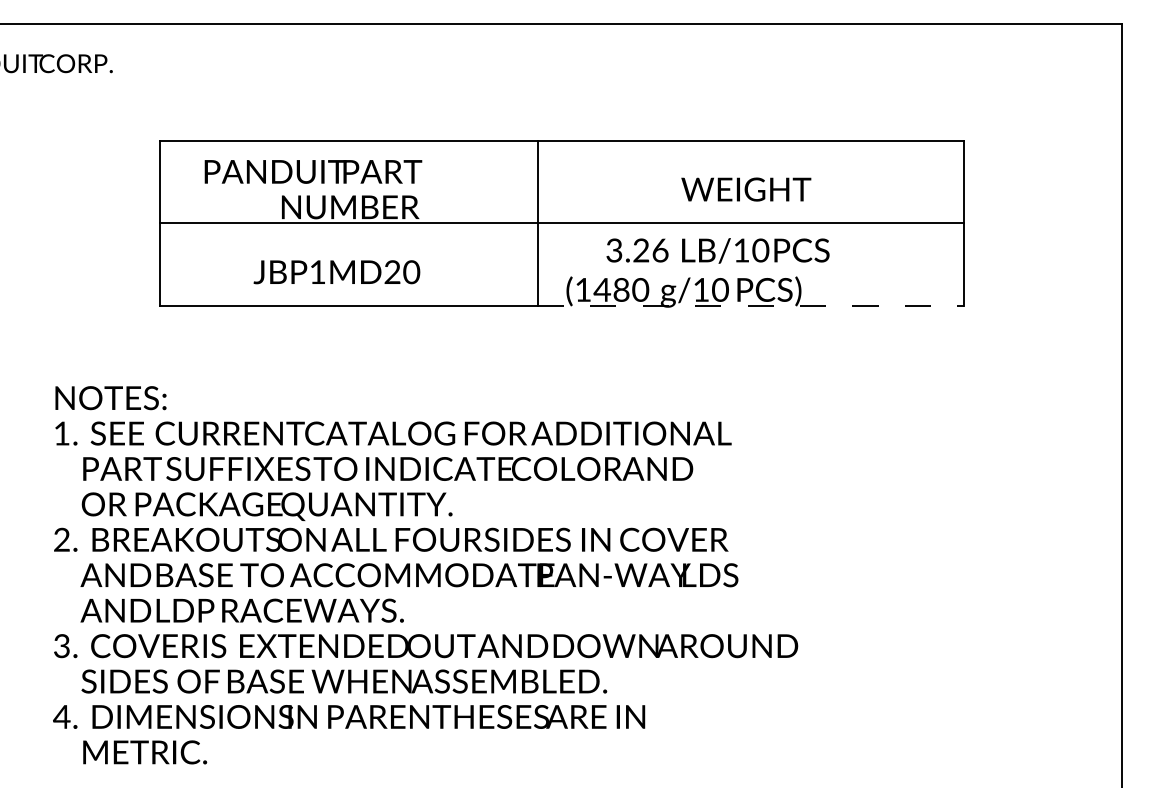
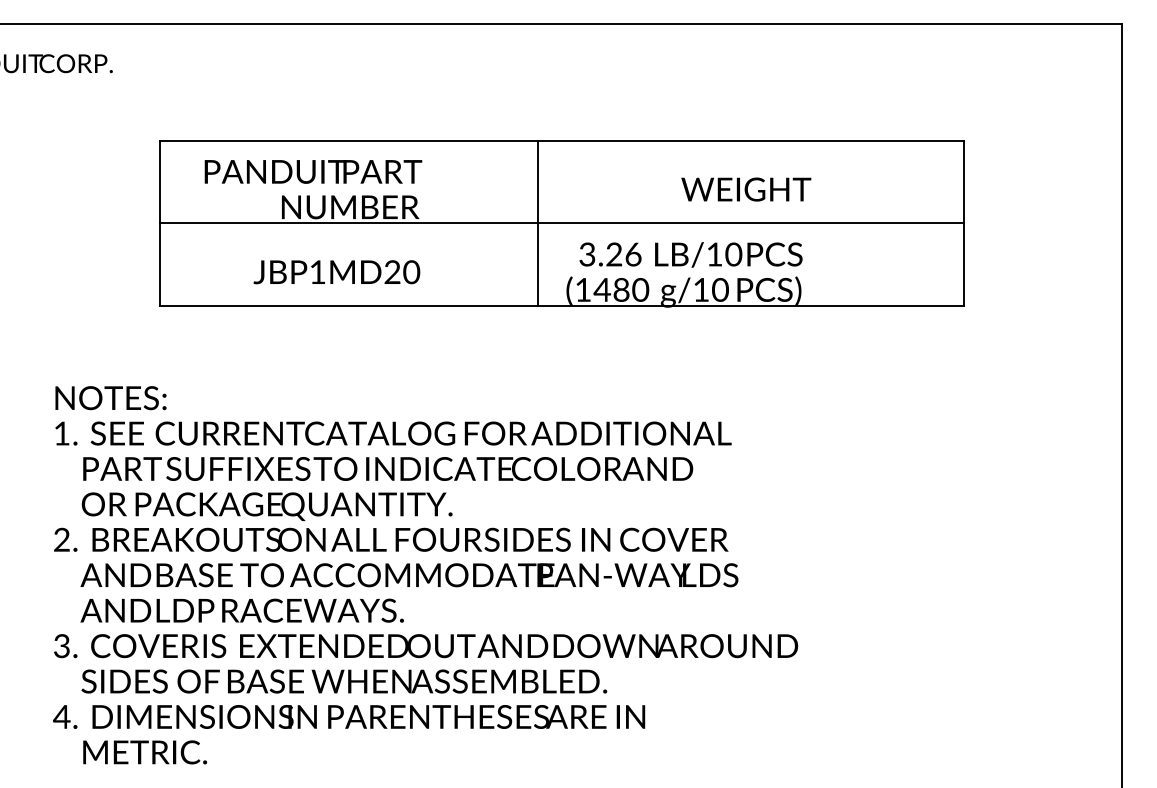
text at (717, 250) position: (717, 250) -> (690, 254)
line at (751, 305): dashed -> solid
